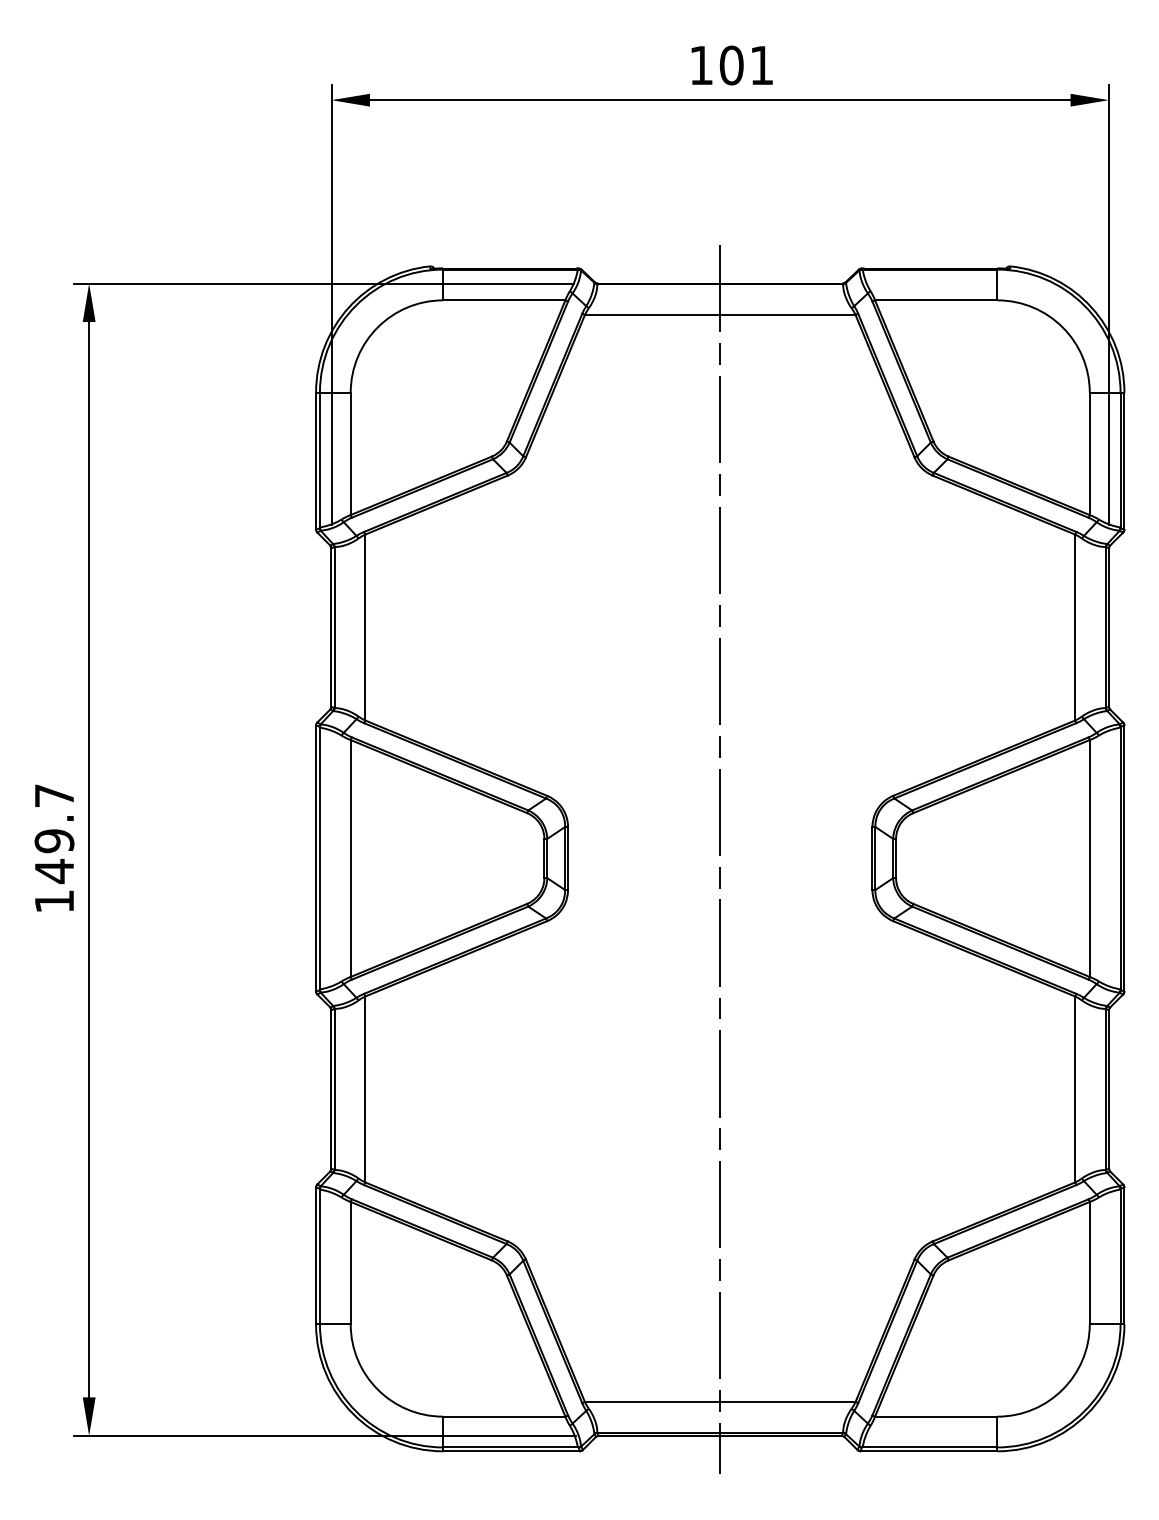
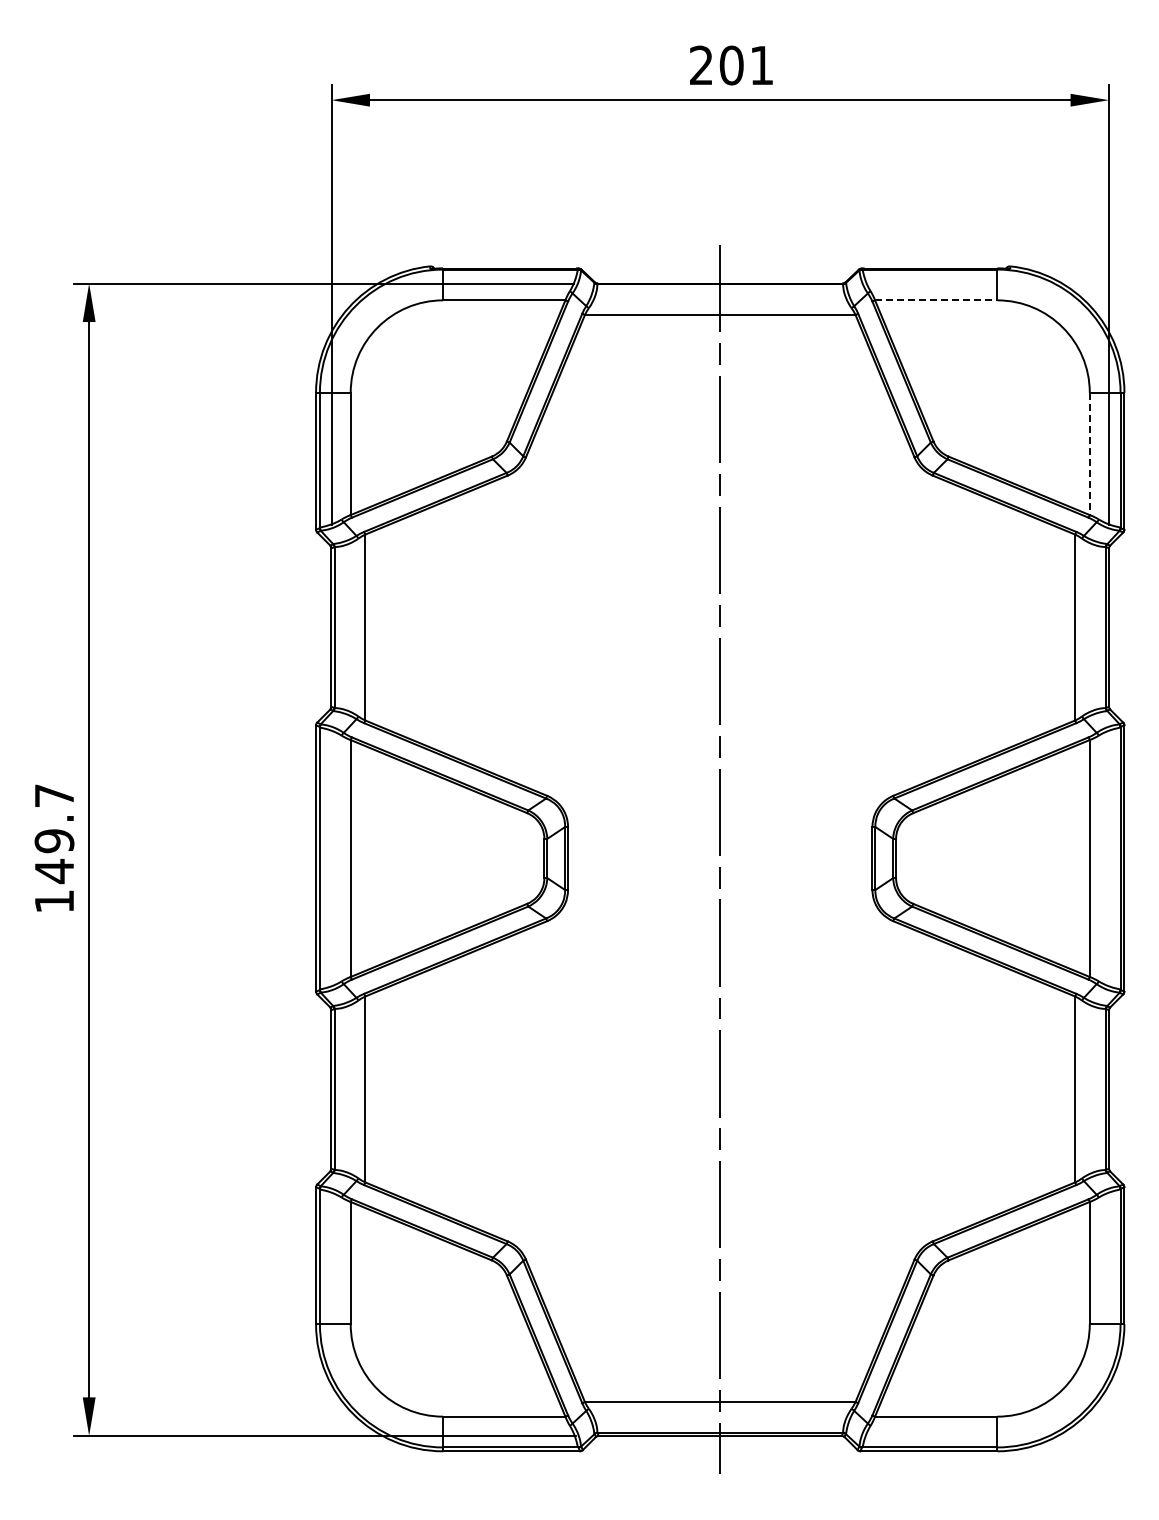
text at (701, 64): 101 -> 201
line at (936, 300): solid -> dashed
line at (1089, 454): solid -> dashed
